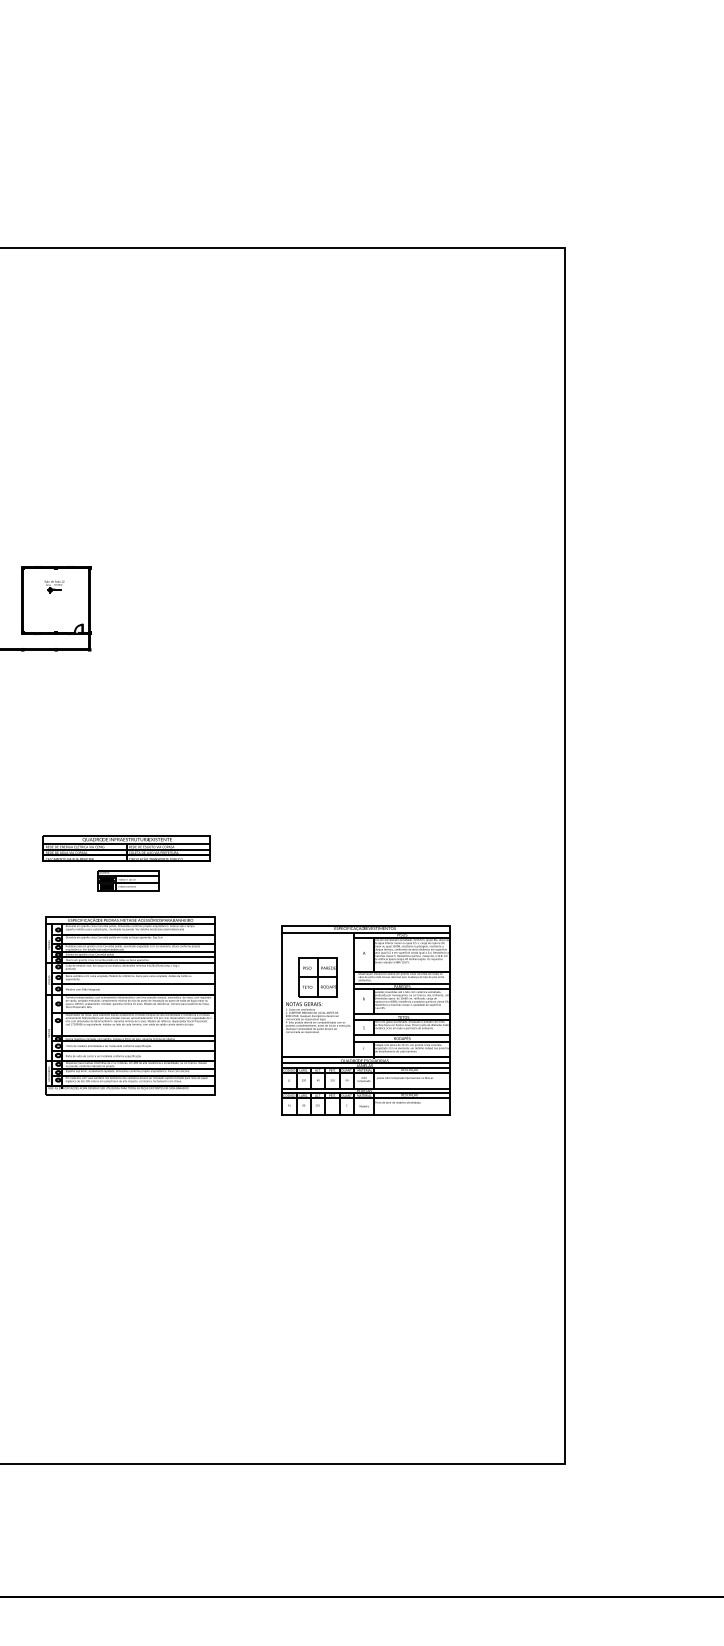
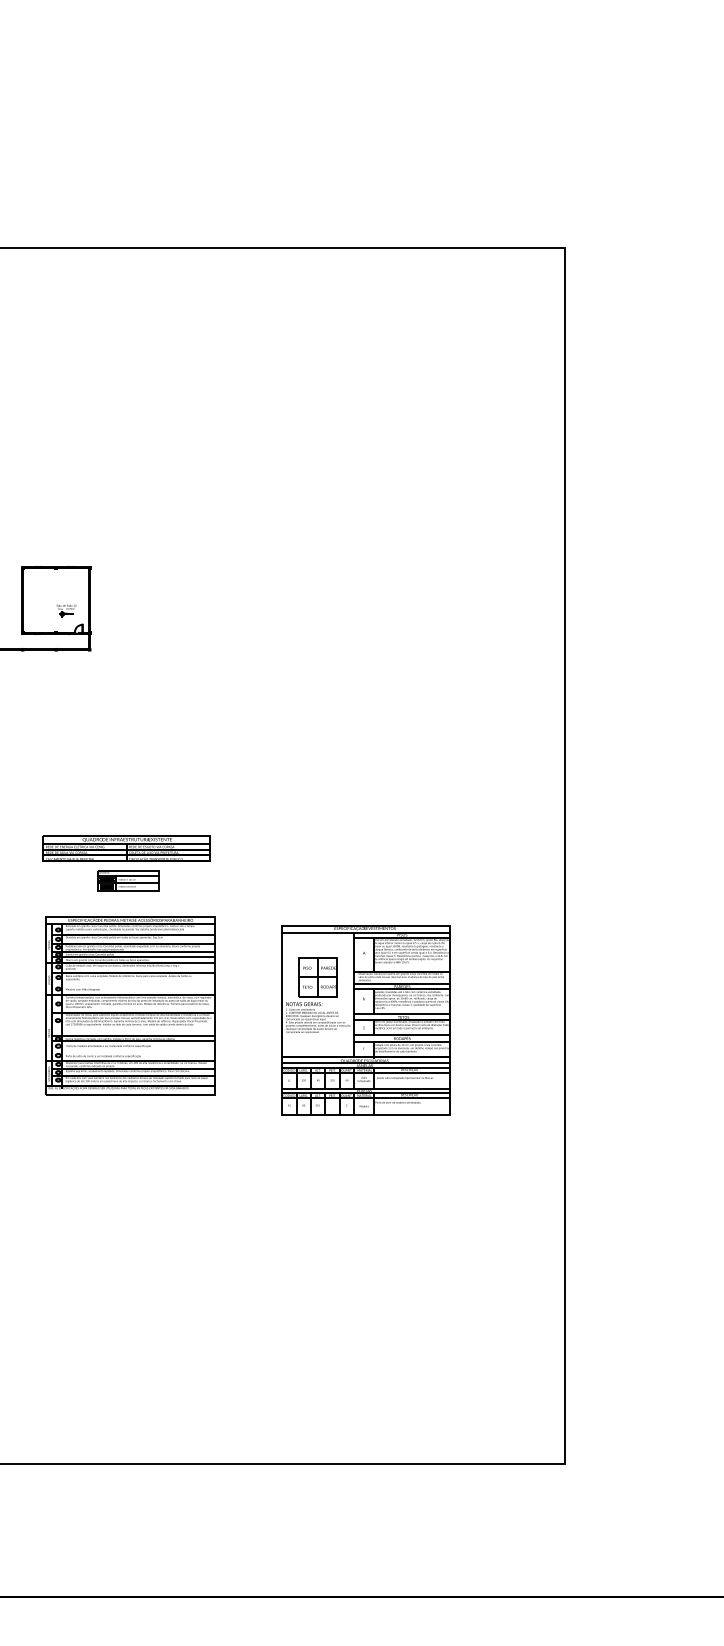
part at (54, 586) position: (54, 586) -> (66, 610)
line at (133, 983): present -> none
line at (133, 1051): present -> none
